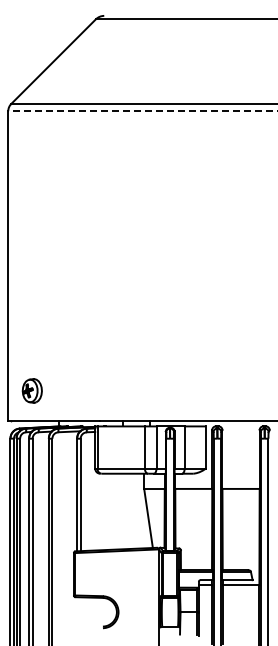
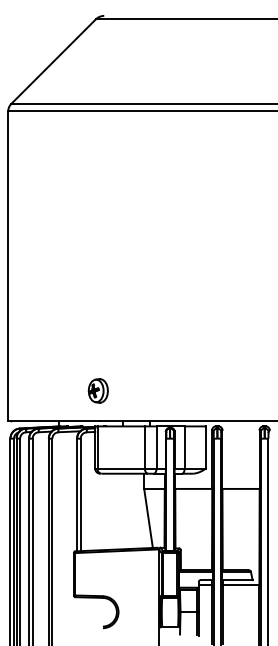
line at (142, 111): dashed -> solid
part at (31, 390) position: (31, 390) -> (97, 390)
